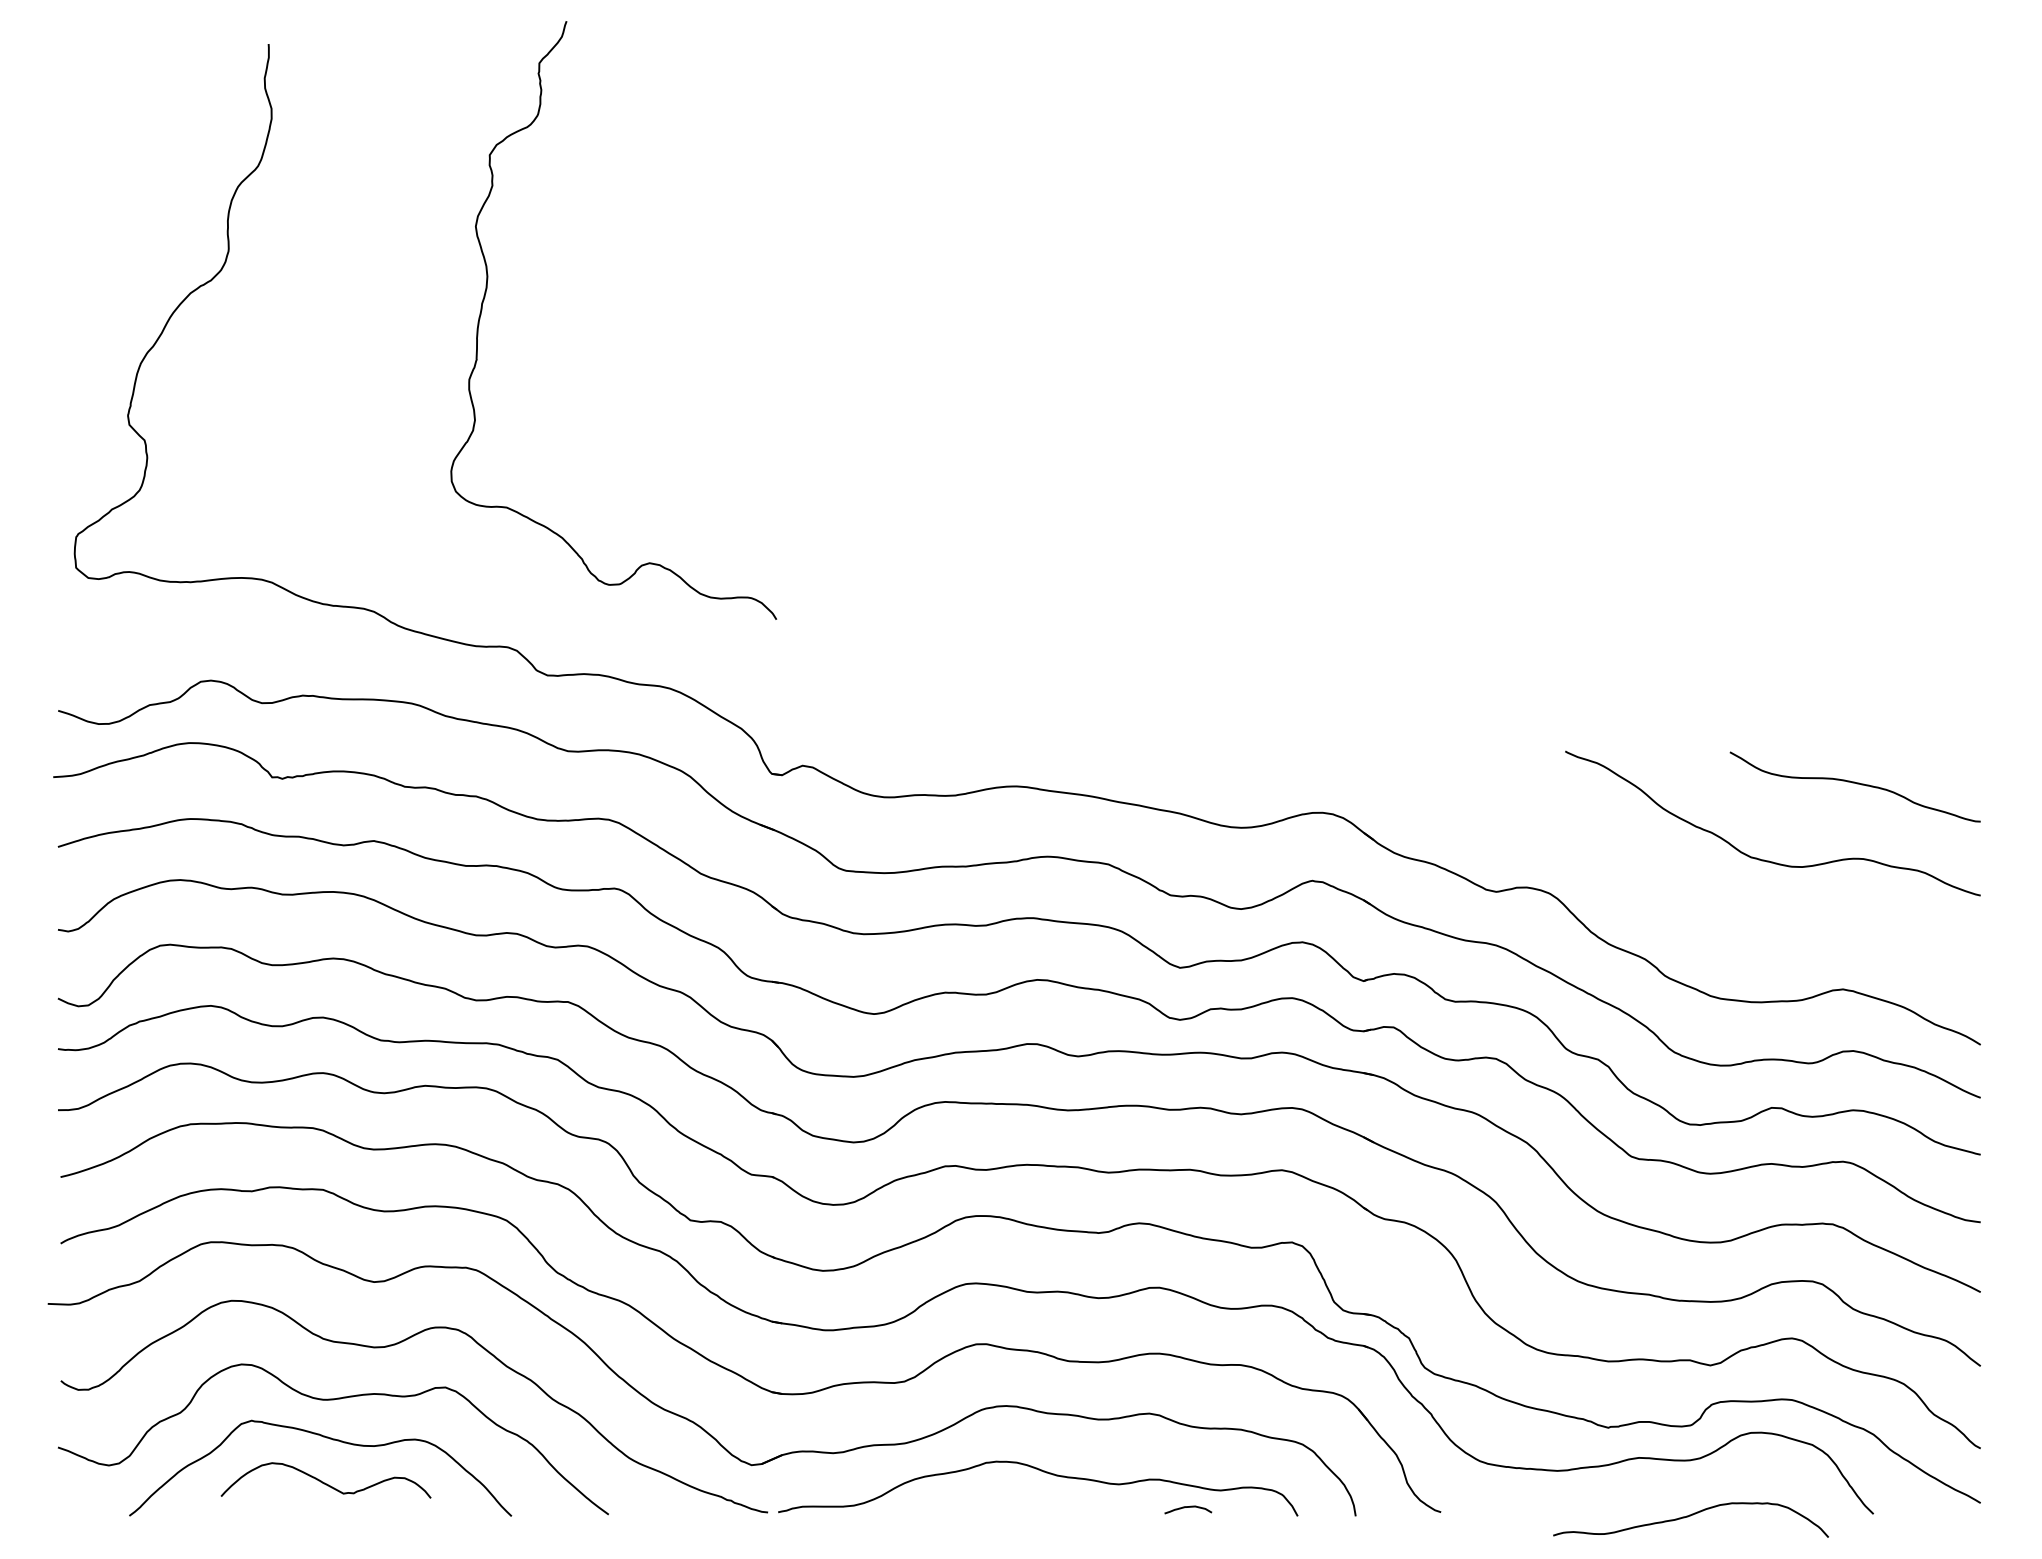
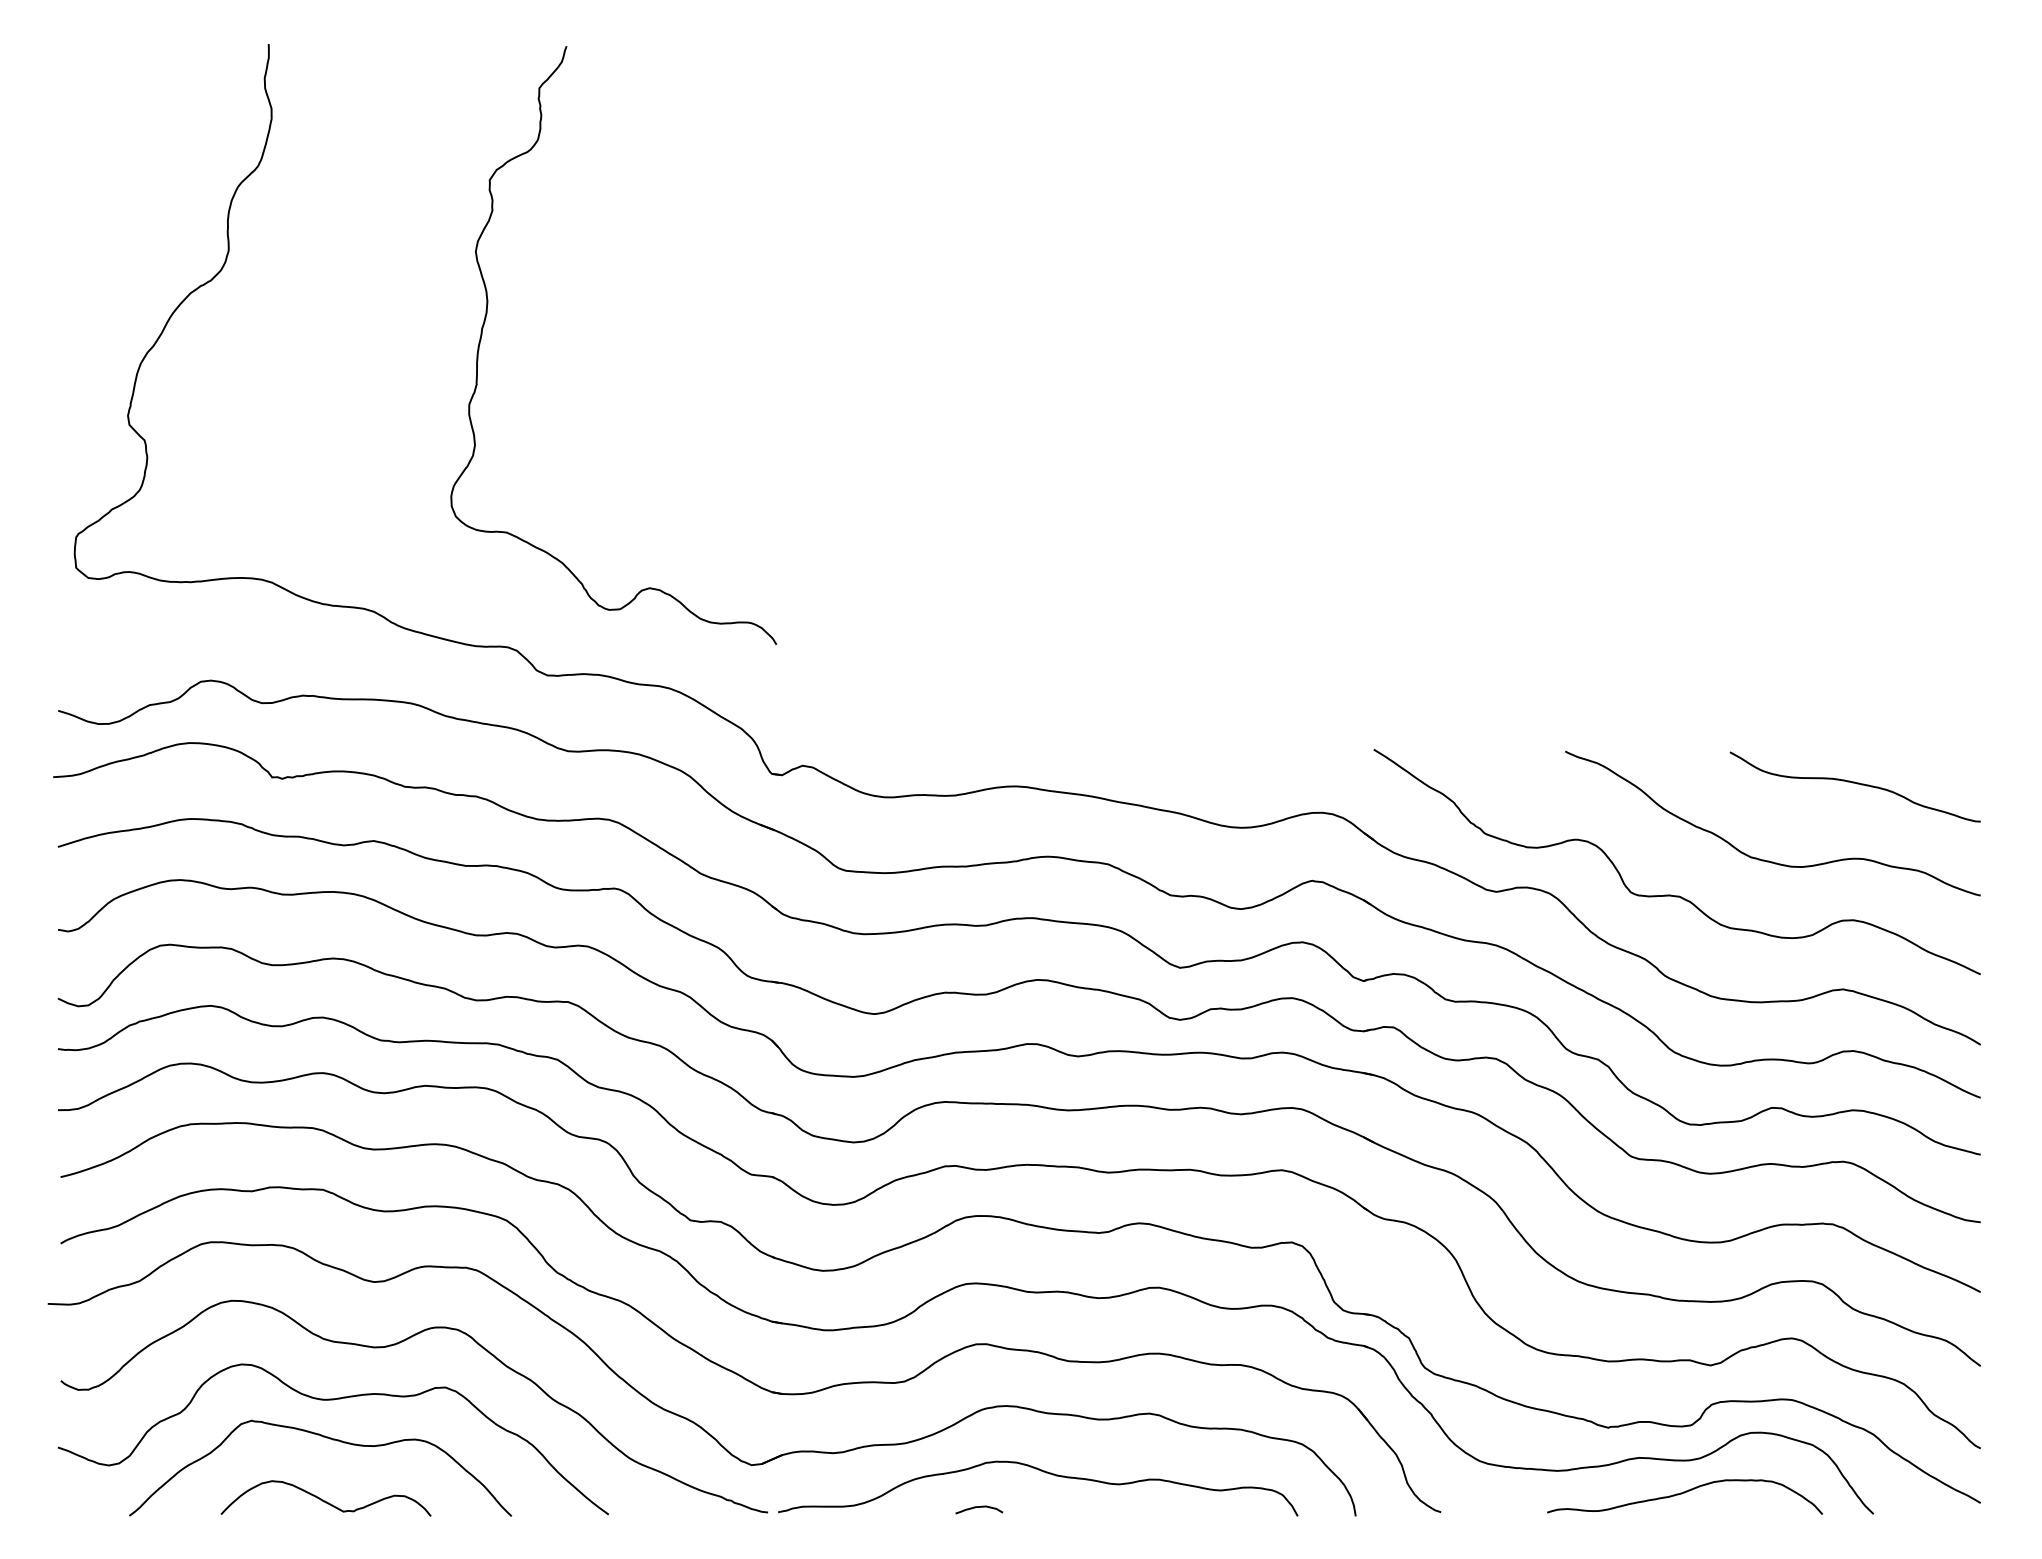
curve at (487, 289) position: (487, 289) -> (487, 314)
curve at (1671, 894): none -> present
curve at (323, 1481) position: (323, 1481) -> (323, 1499)
curve at (1188, 1507) position: (1188, 1507) -> (979, 1507)
curve at (1688, 1517) position: (1688, 1517) -> (1682, 1494)
